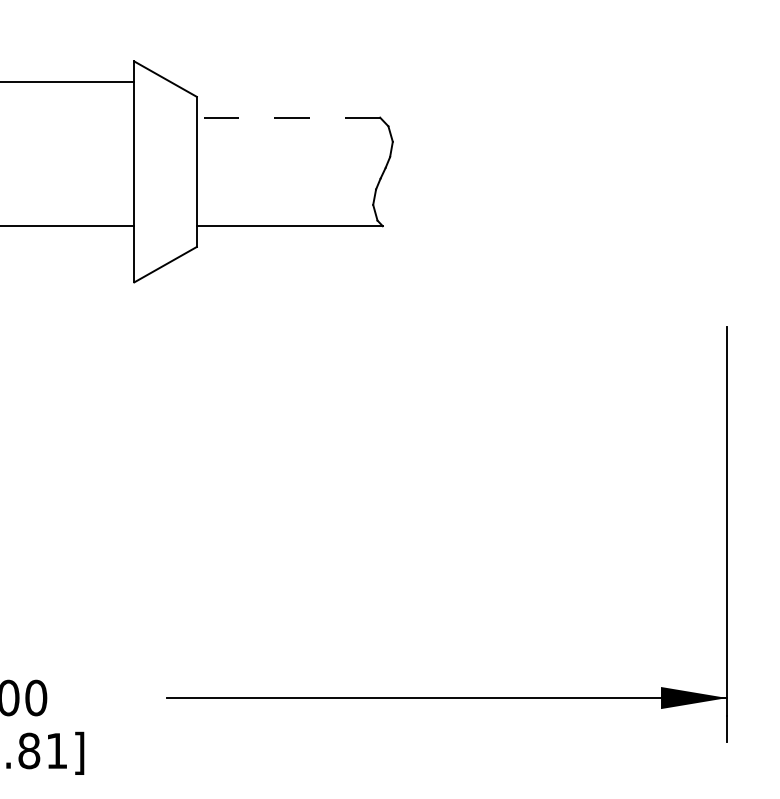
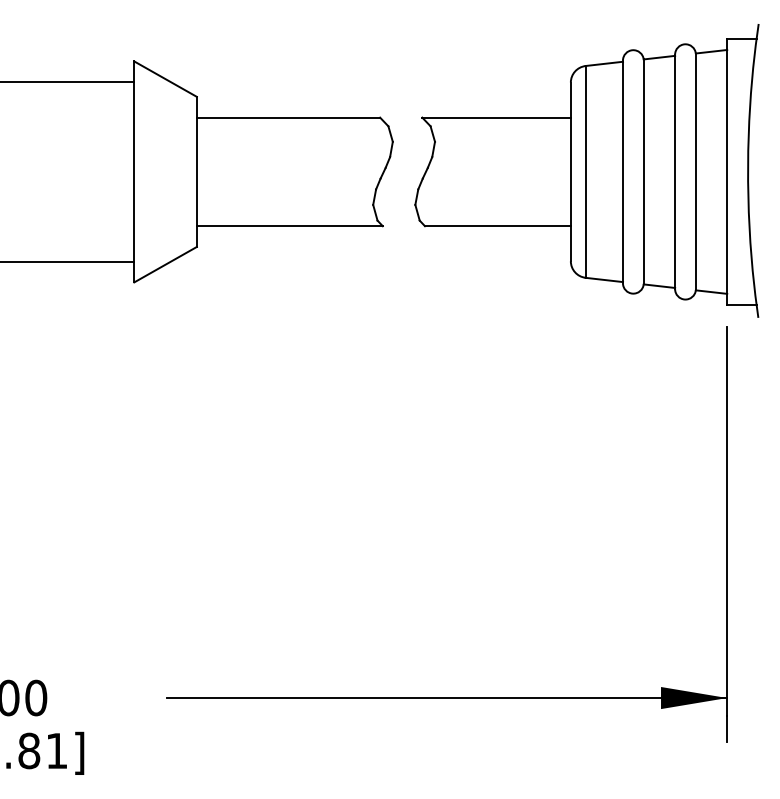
line at (288, 117): dashed -> solid
part at (586, 170): none -> present
line at (68, 225) position: (68, 225) -> (68, 261)
